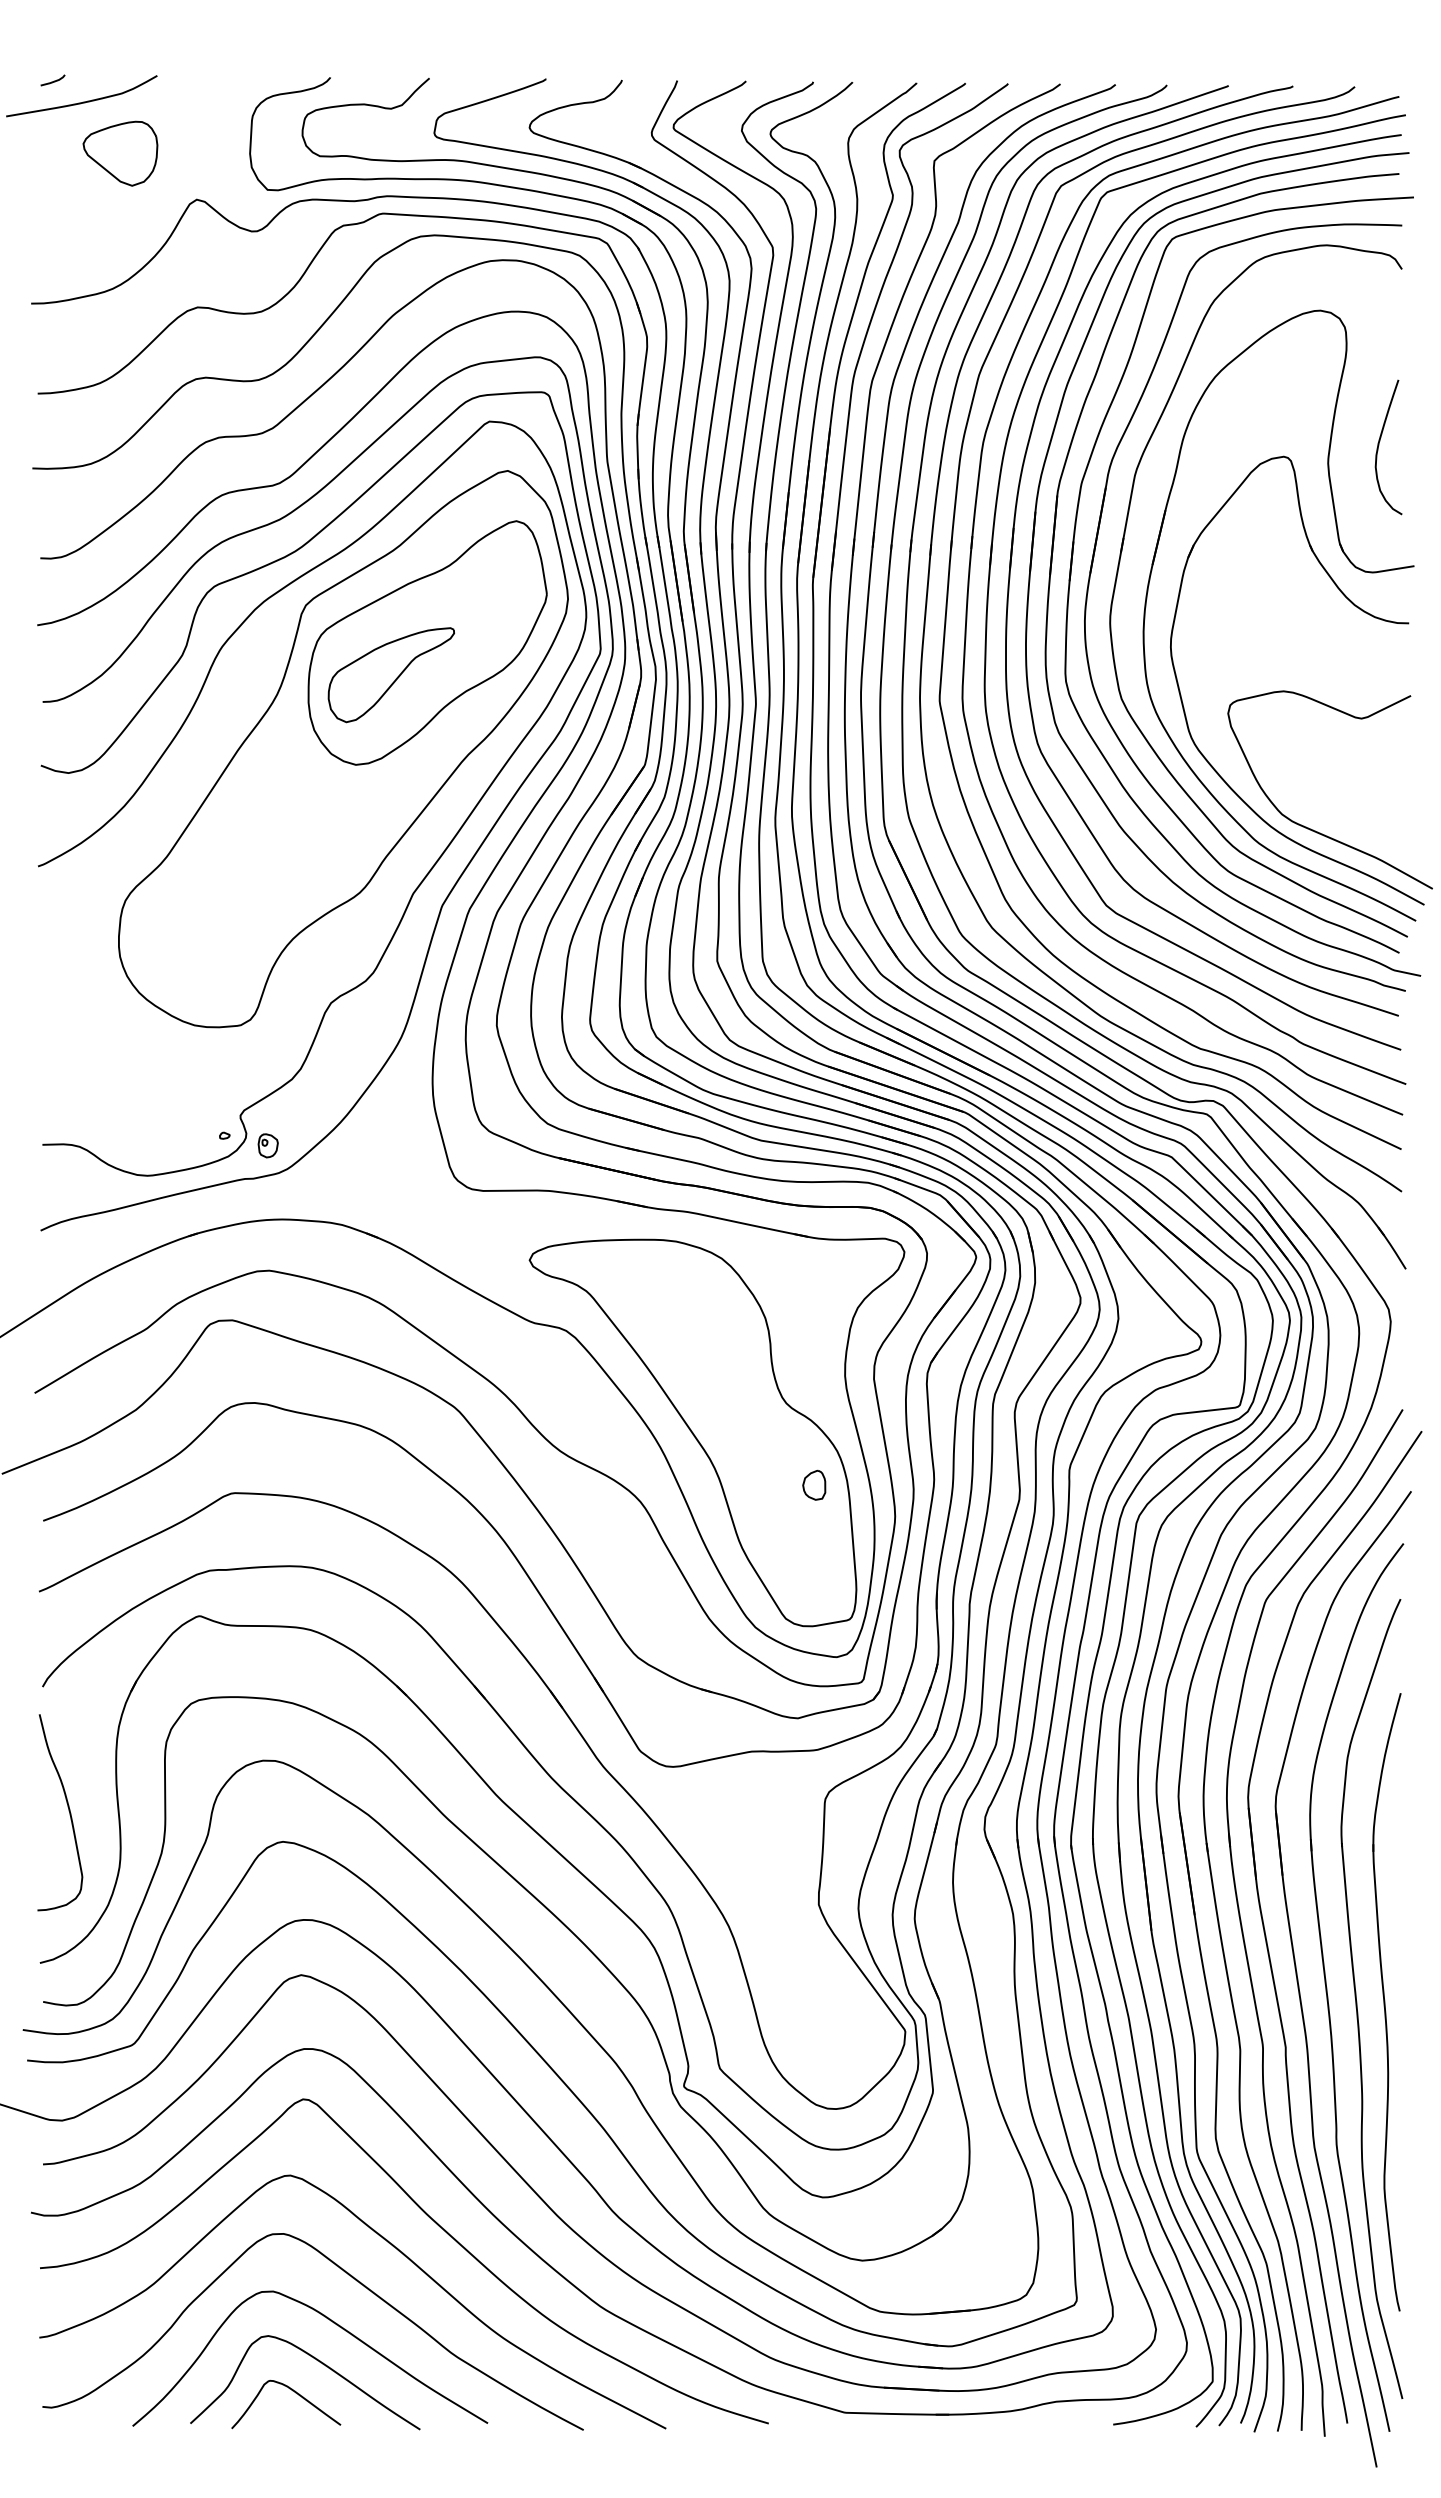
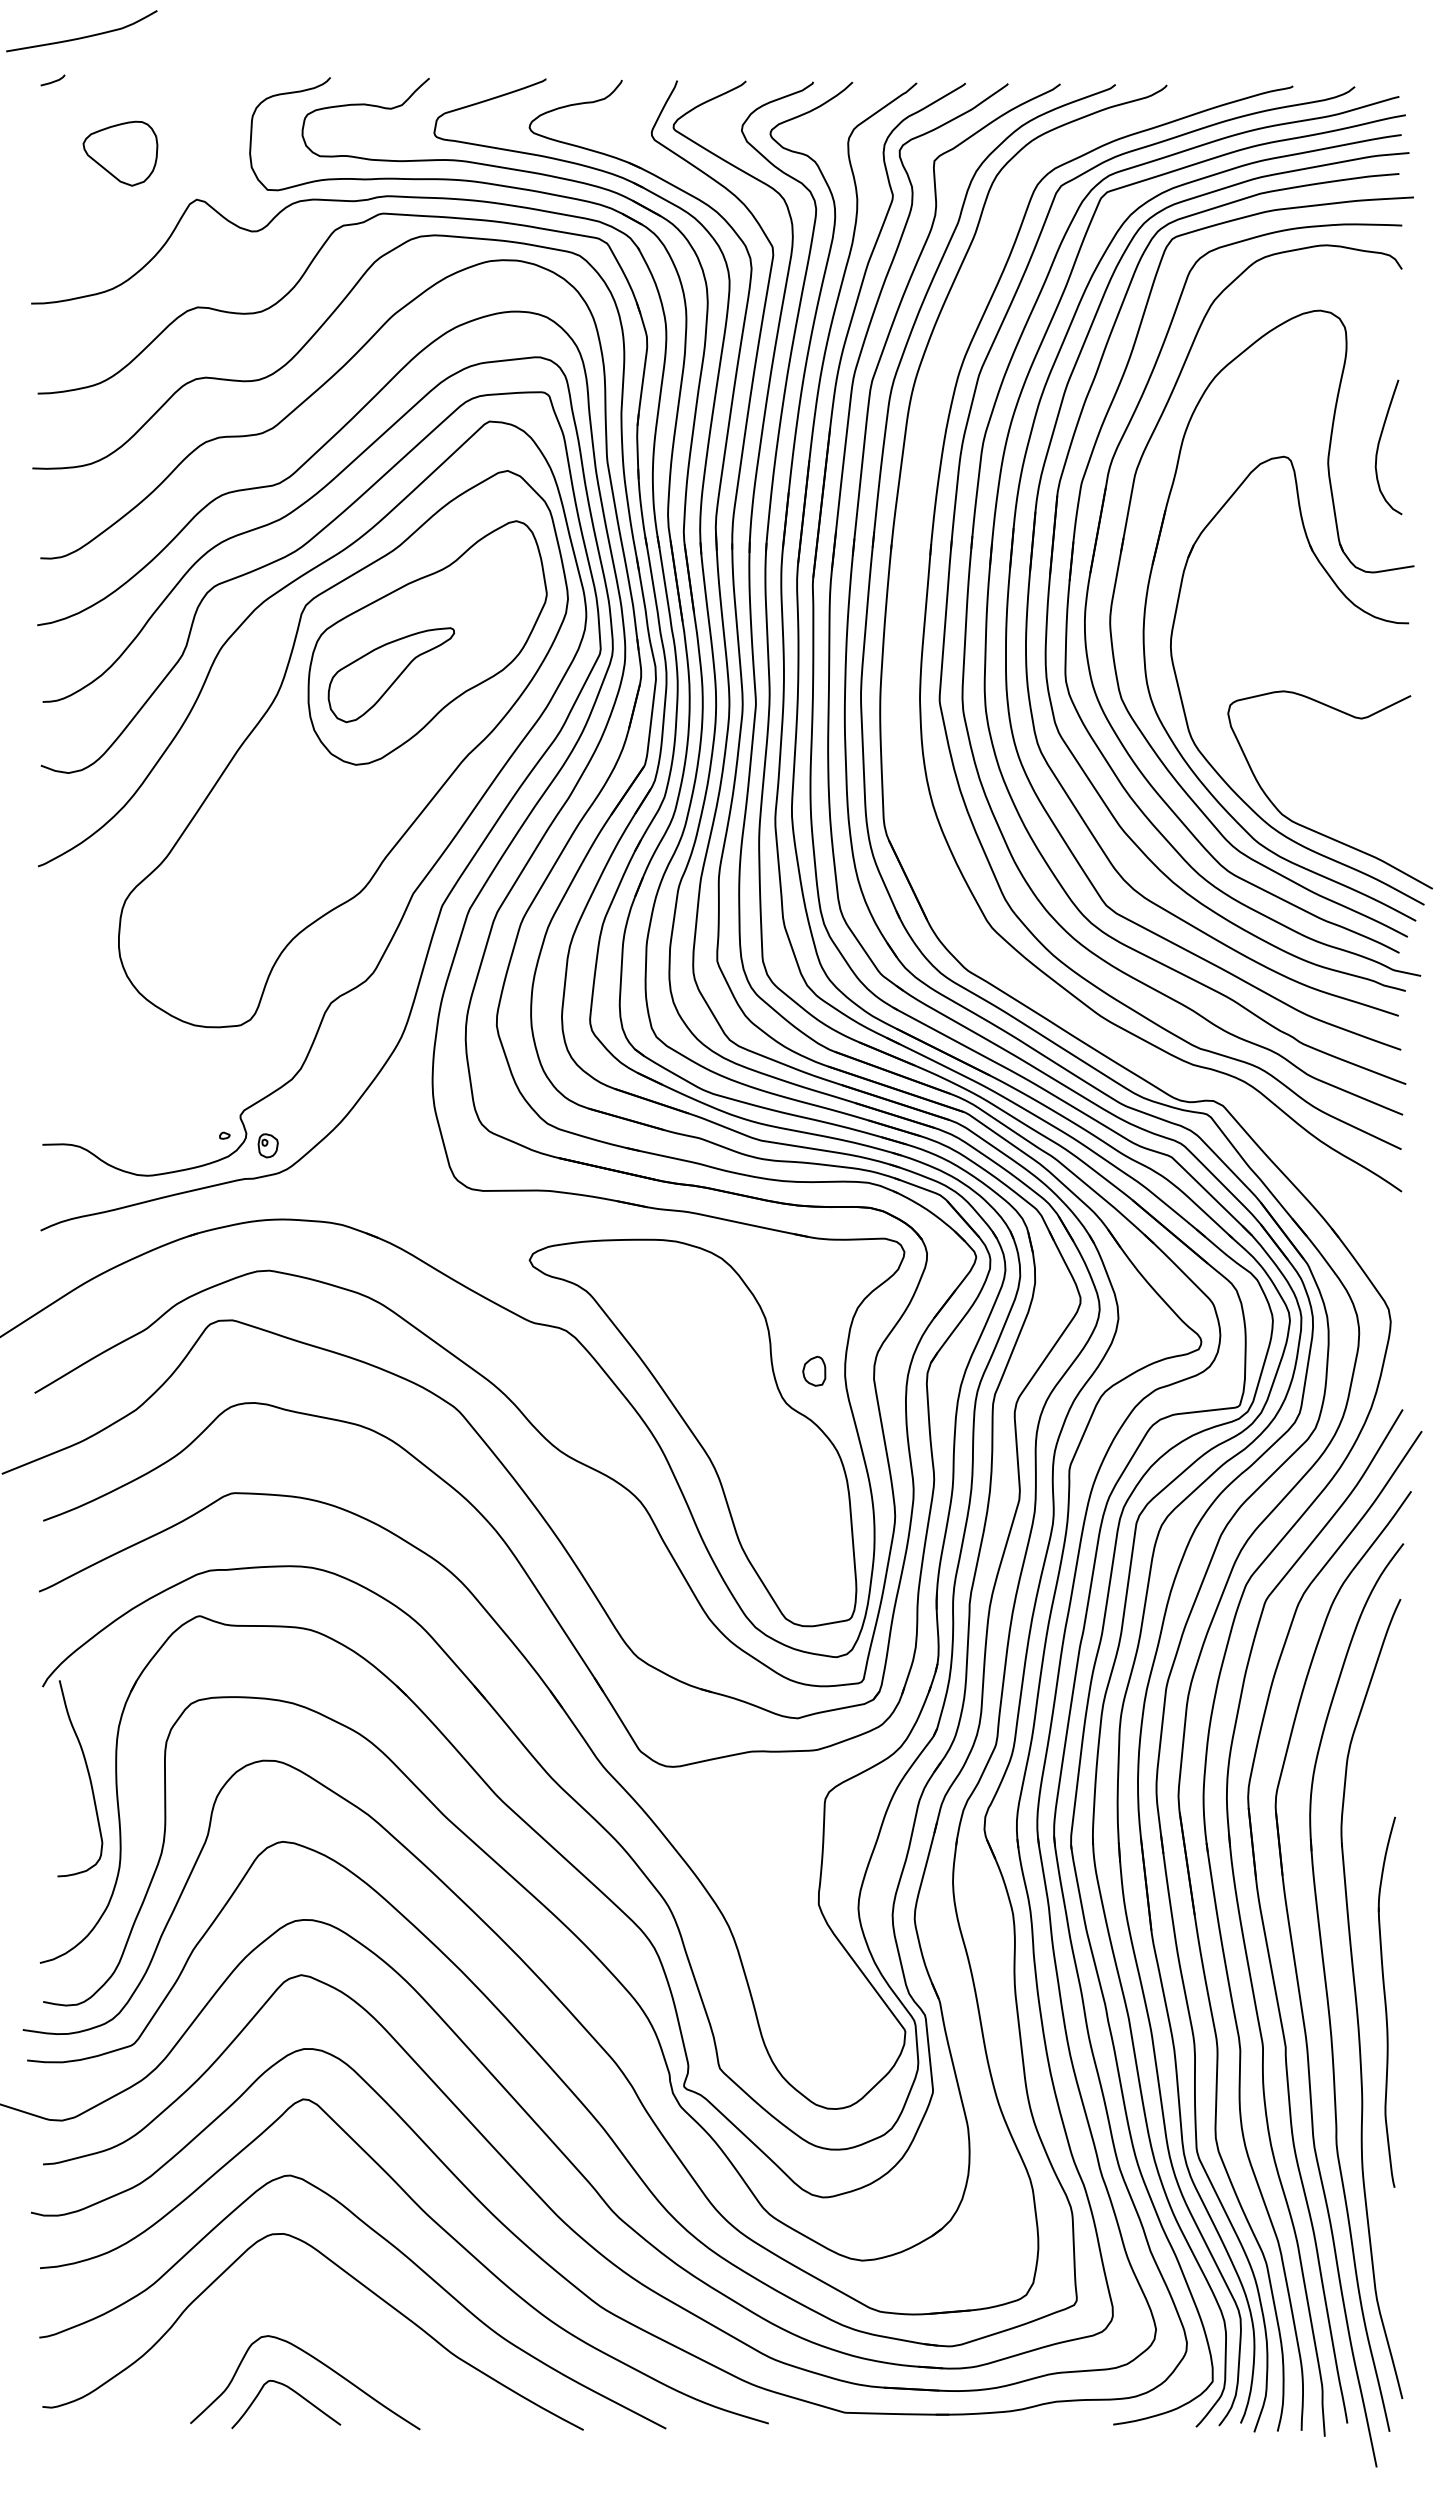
curve at (83, 101) position: (83, 101) -> (83, 36)
part at (904, 672): present -> none
part at (814, 1484) position: (814, 1484) -> (814, 1370)
curve at (68, 1811) position: (68, 1811) -> (88, 1777)
part at (1386, 2002) size: 30x619 px -> 19x372 px
curve at (333, 2323): present -> none
